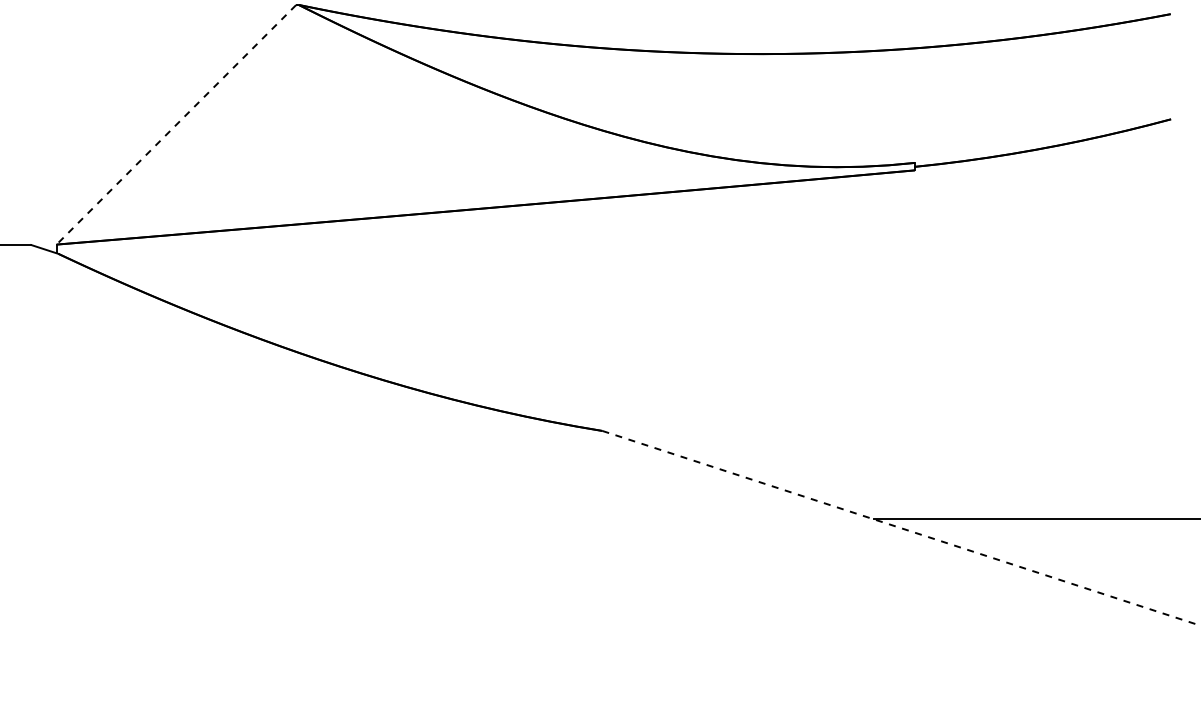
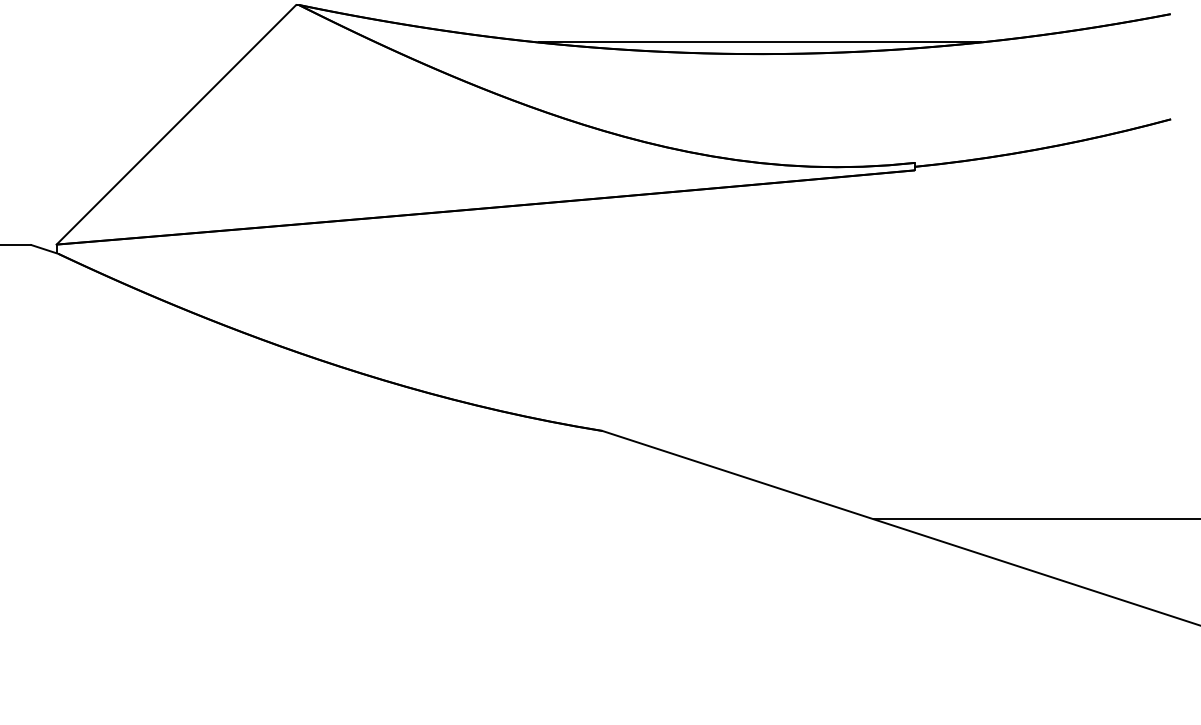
line at (760, 42): none -> present
line at (176, 125): dashed -> solid
line at (901, 528): dashed -> solid
